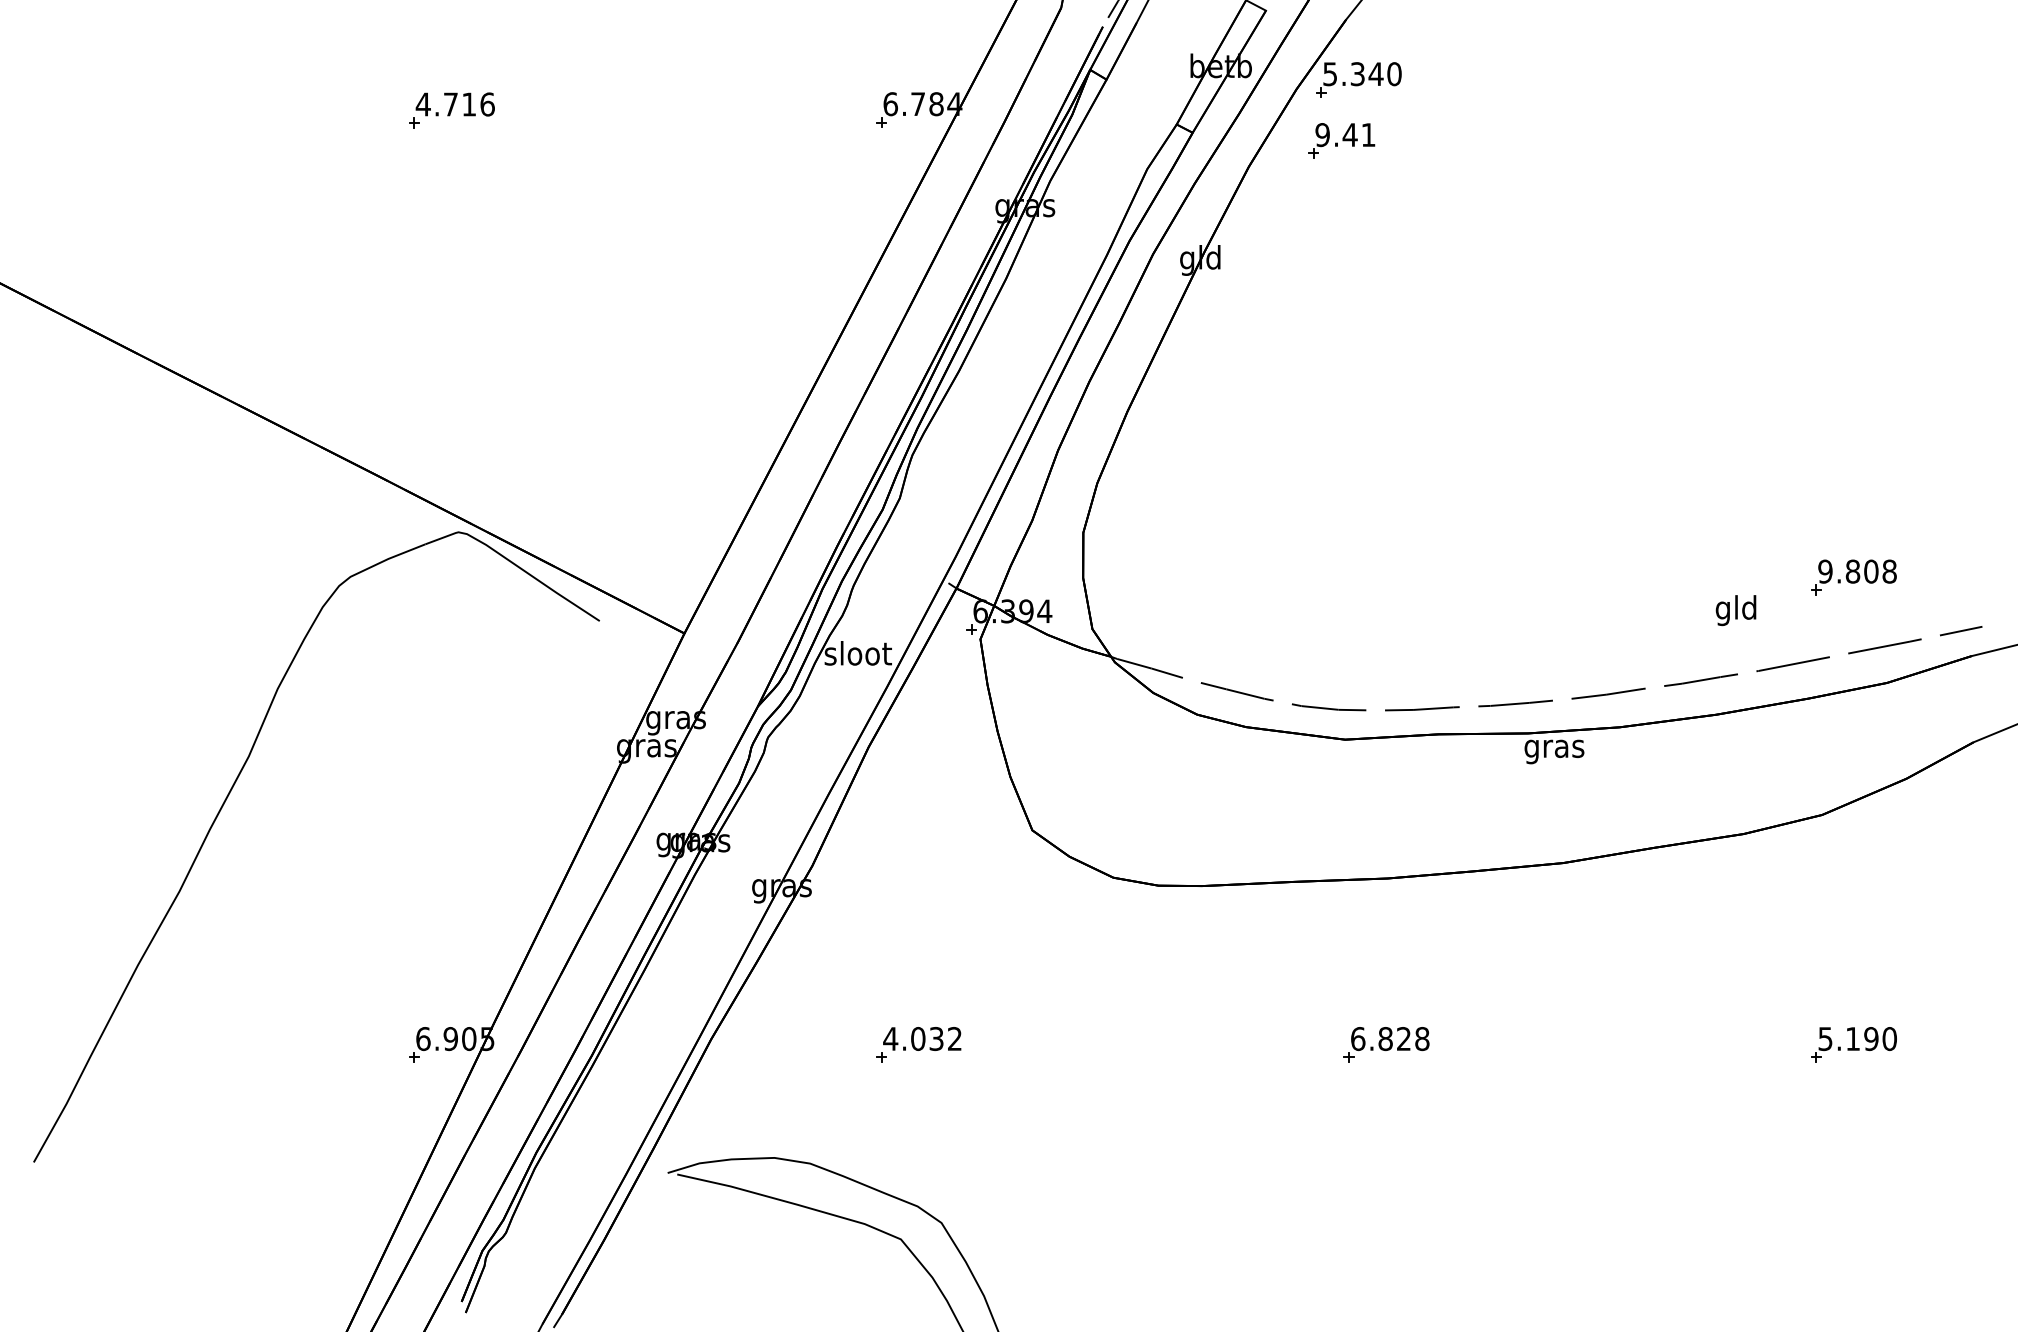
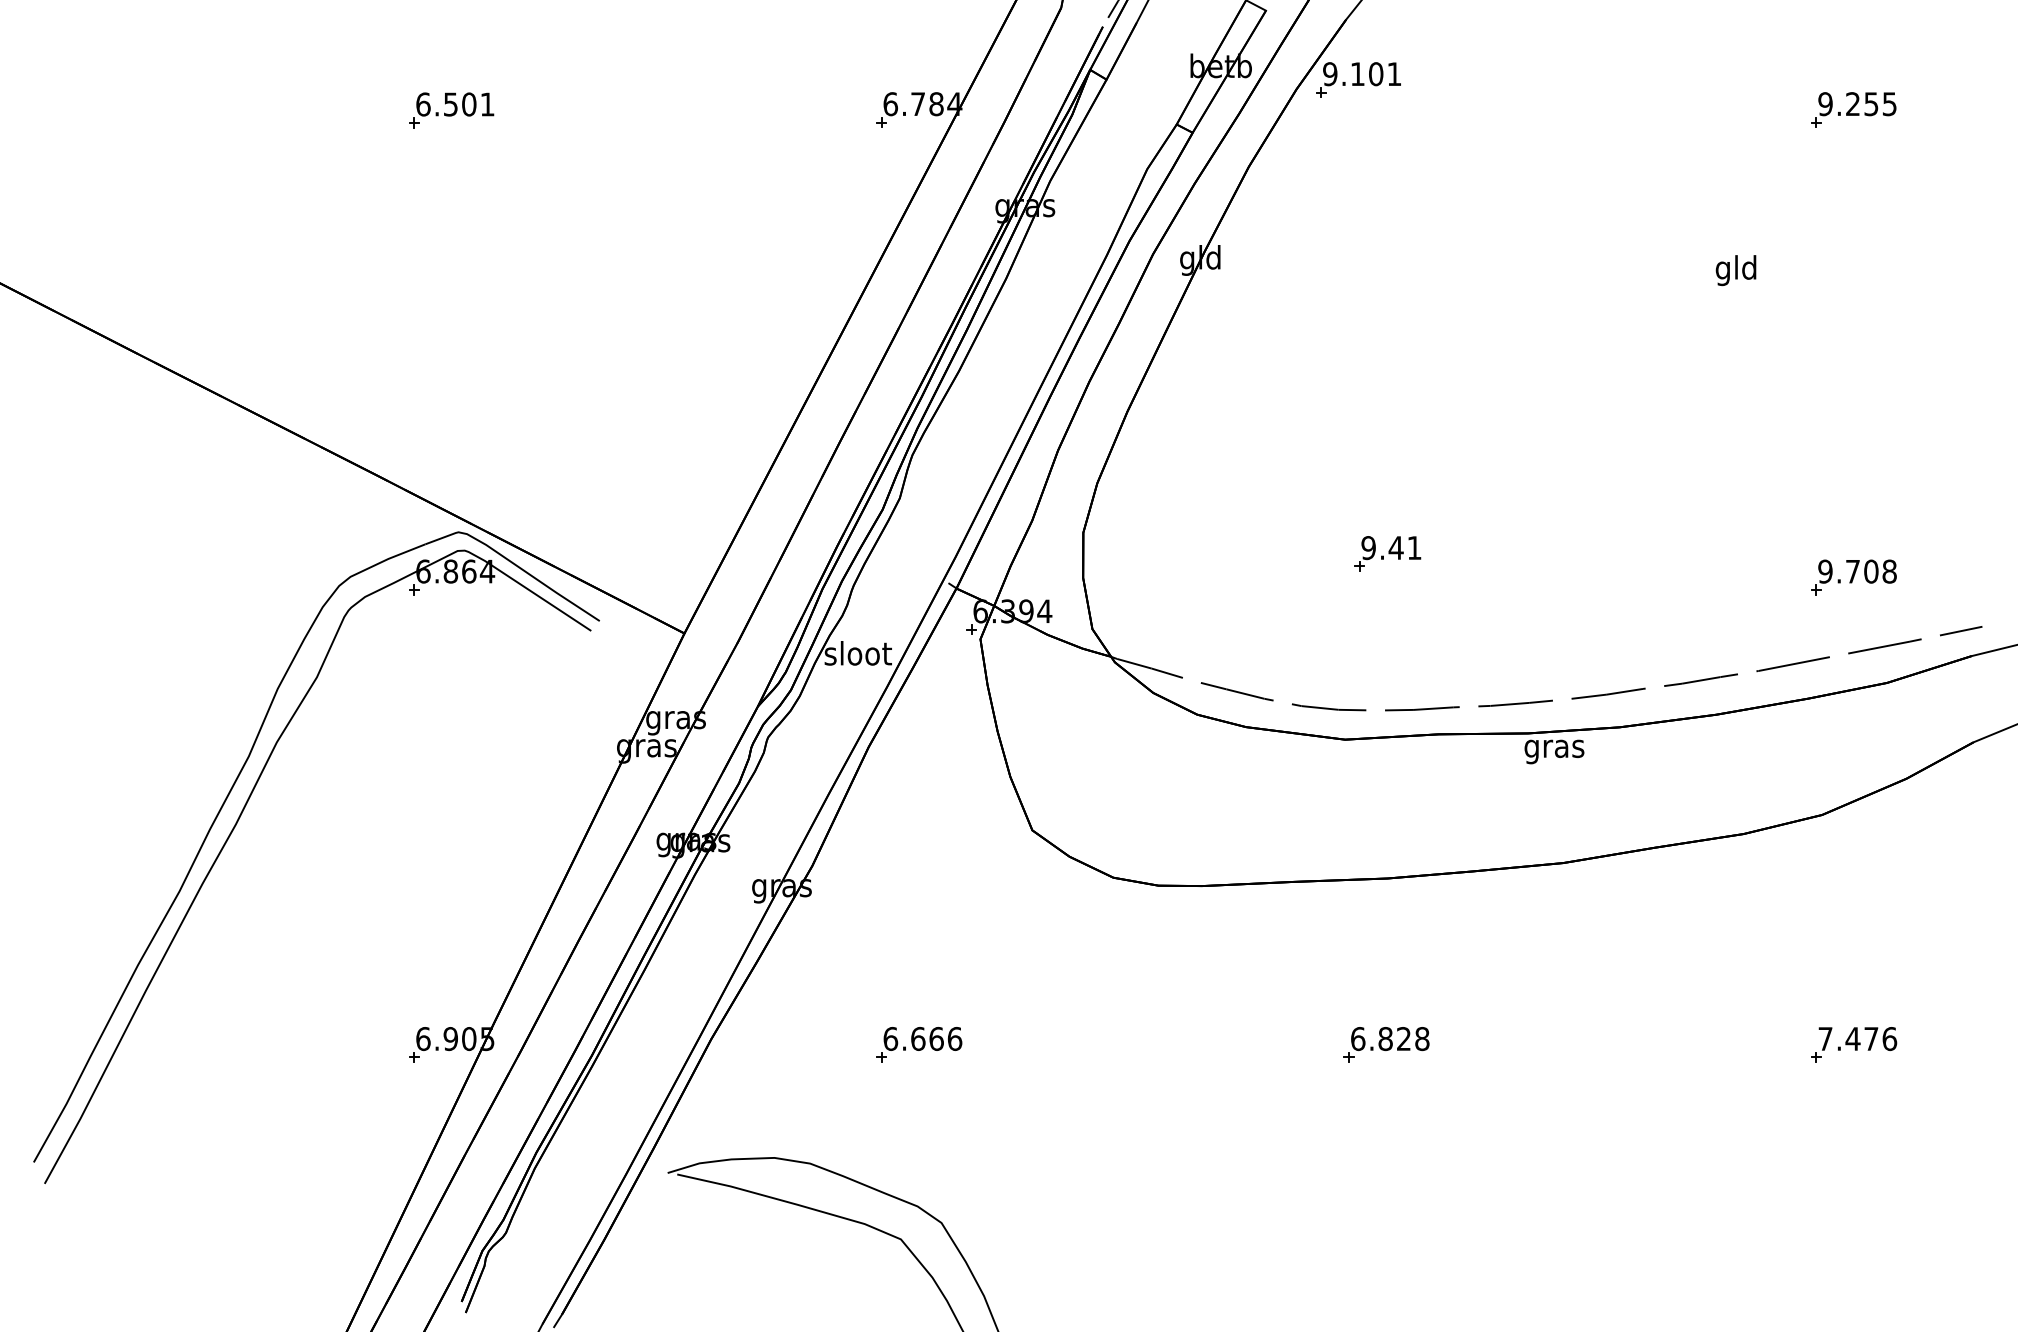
text at (1362, 74): 5.340 -> 9.101
text at (454, 104): 4.716 -> 6.501
part at (1853, 109): none -> present
part at (1341, 140) position: (1341, 140) -> (1387, 553)
text at (1852, 571): 9.808 -> 9.708
text at (1735, 610) position: (1735, 610) -> (1735, 270)
part at (236, 825): none -> present
text at (922, 1038): 4.032 -> 6.666
text at (1857, 1039): 5.190 -> 7.476
